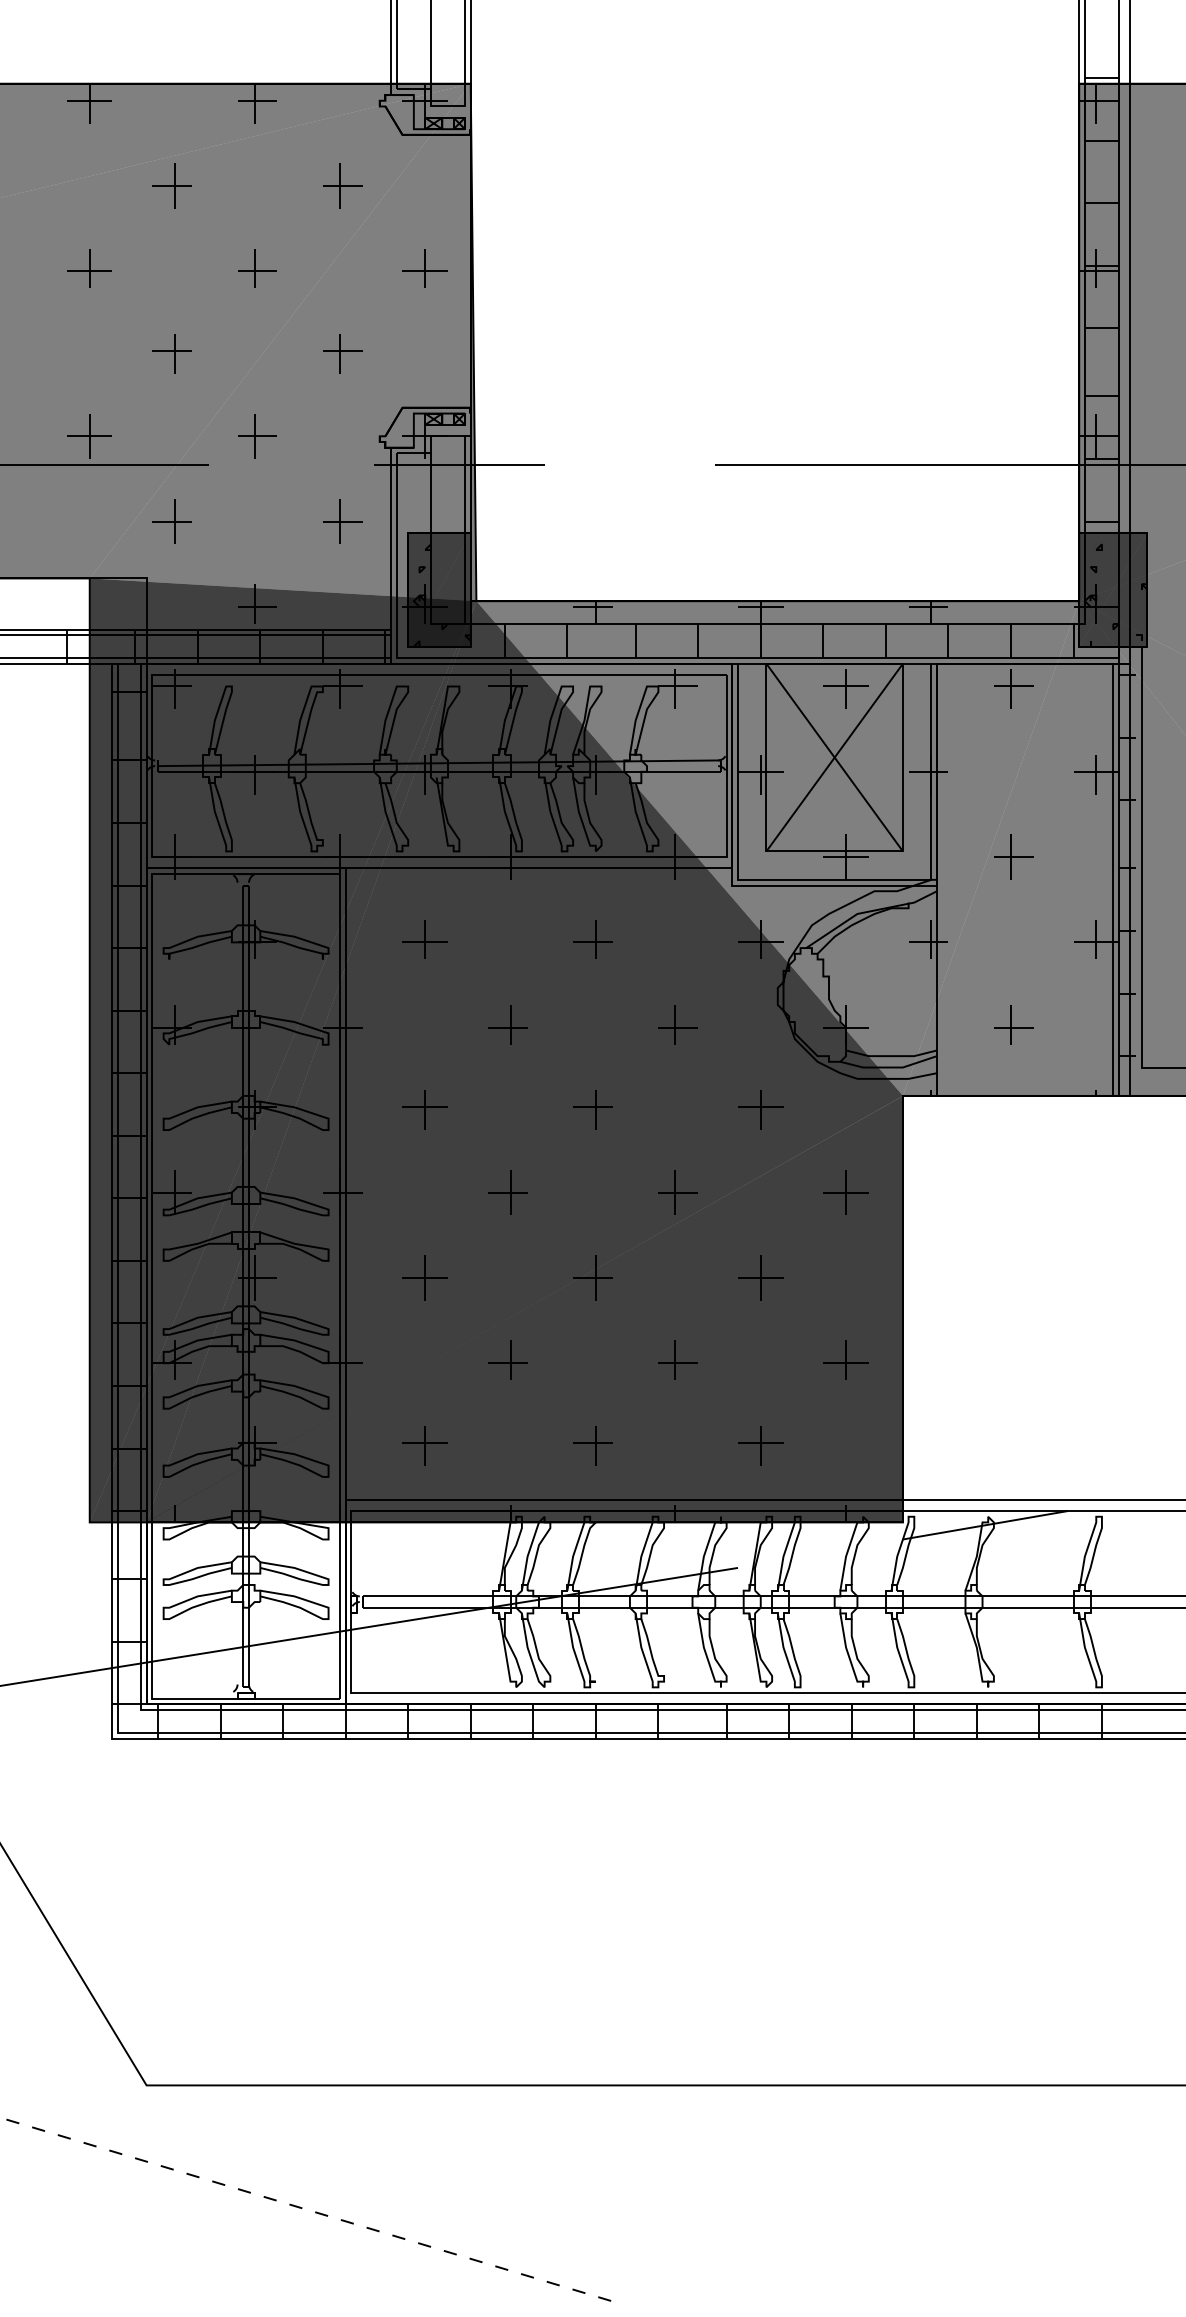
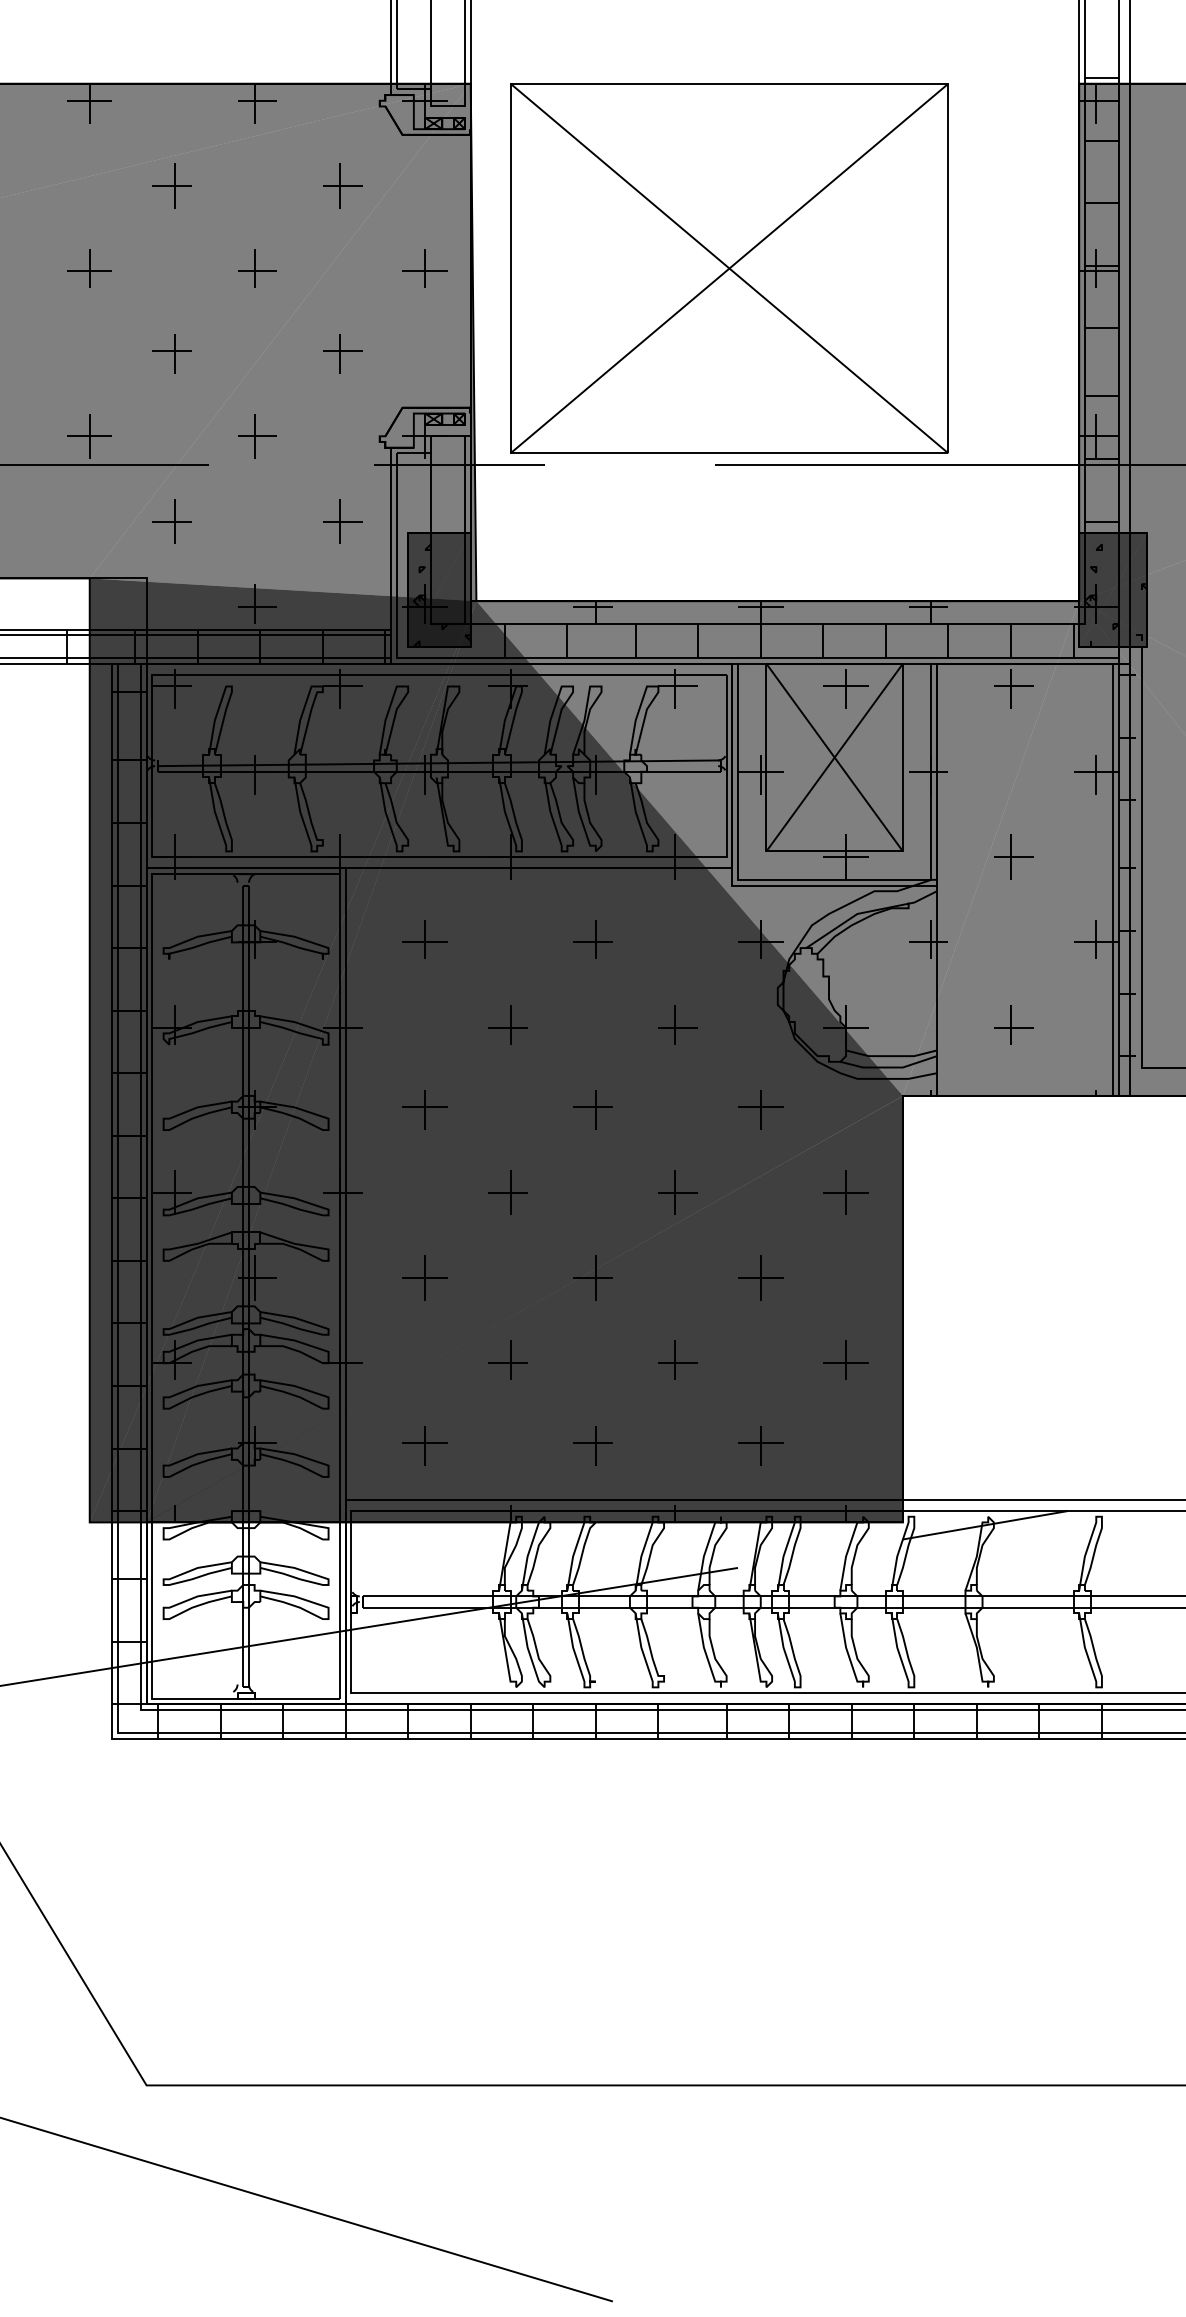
part at (729, 268): none -> present
line at (306, 2209): dashed -> solid
